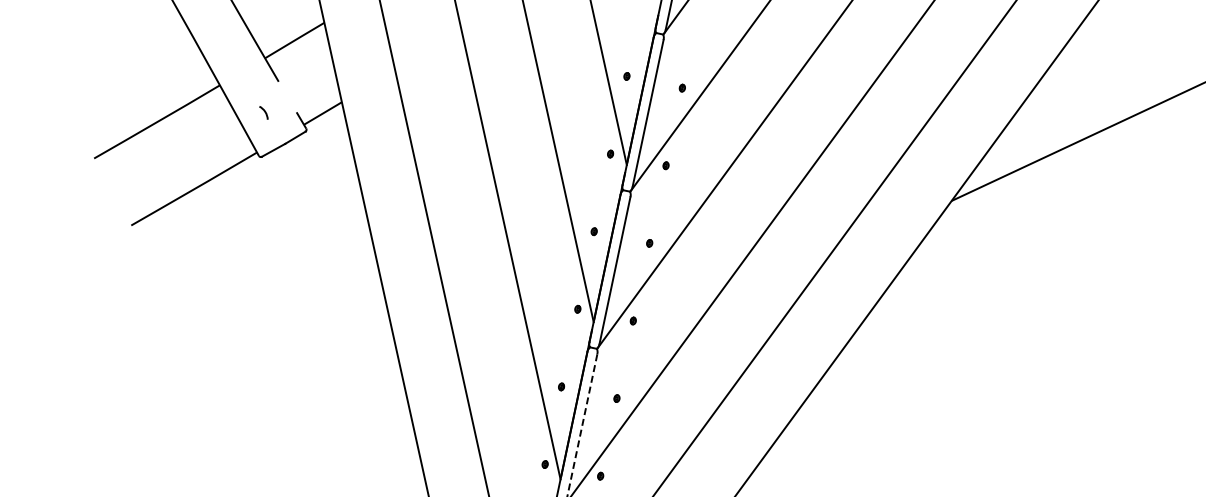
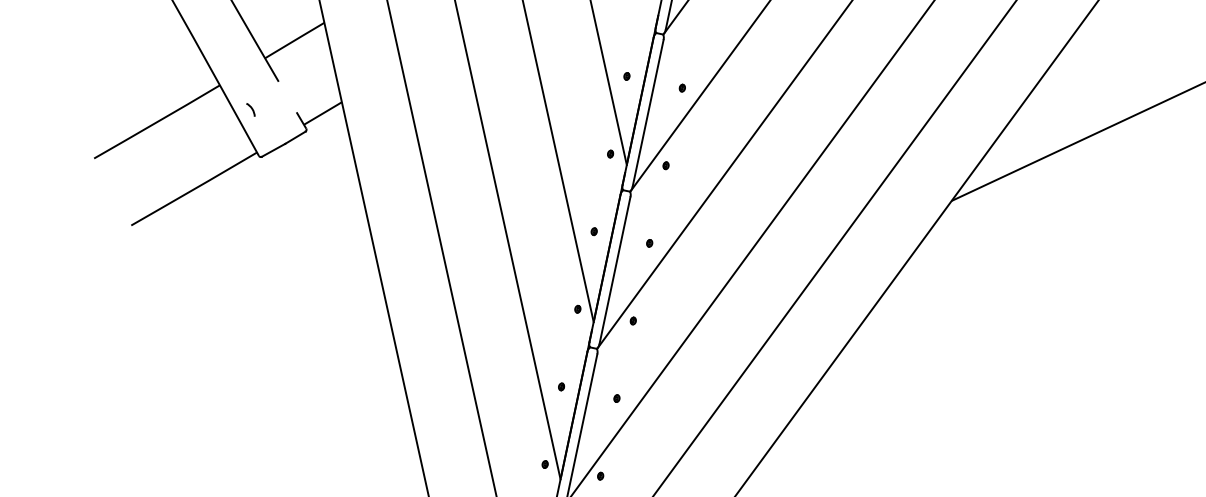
curve at (263, 111) position: (263, 111) -> (250, 108)
line at (434, 247) position: (434, 247) -> (441, 247)
line at (582, 425): dashed -> solid
